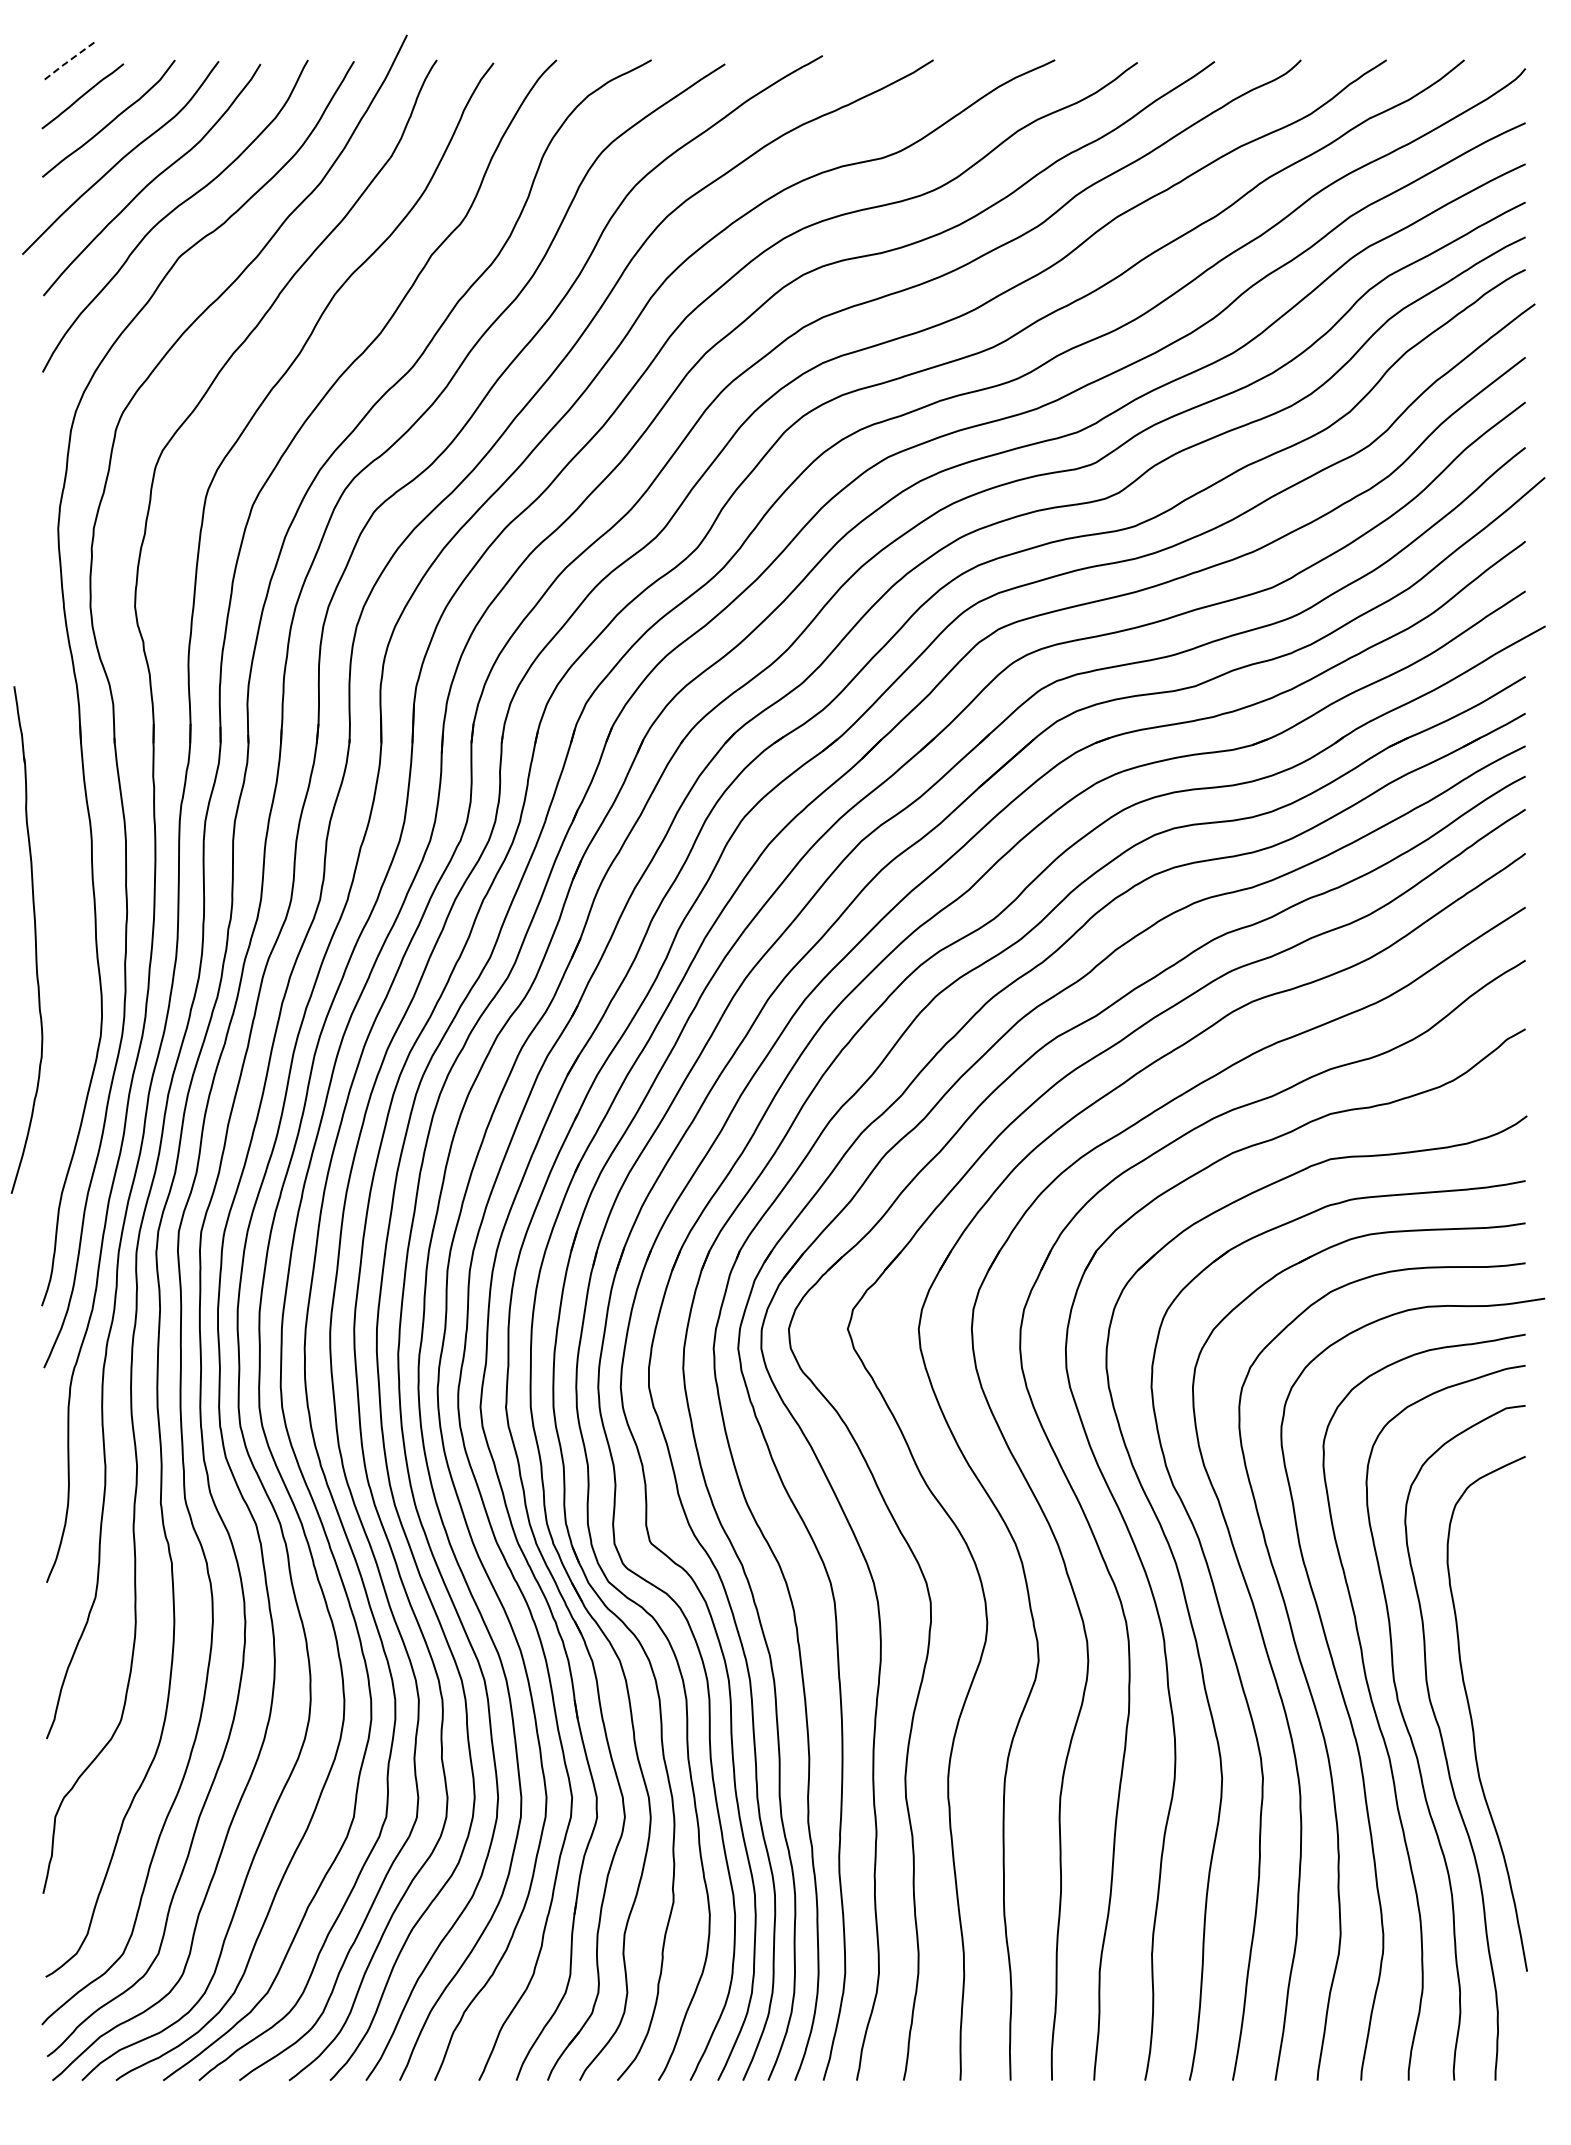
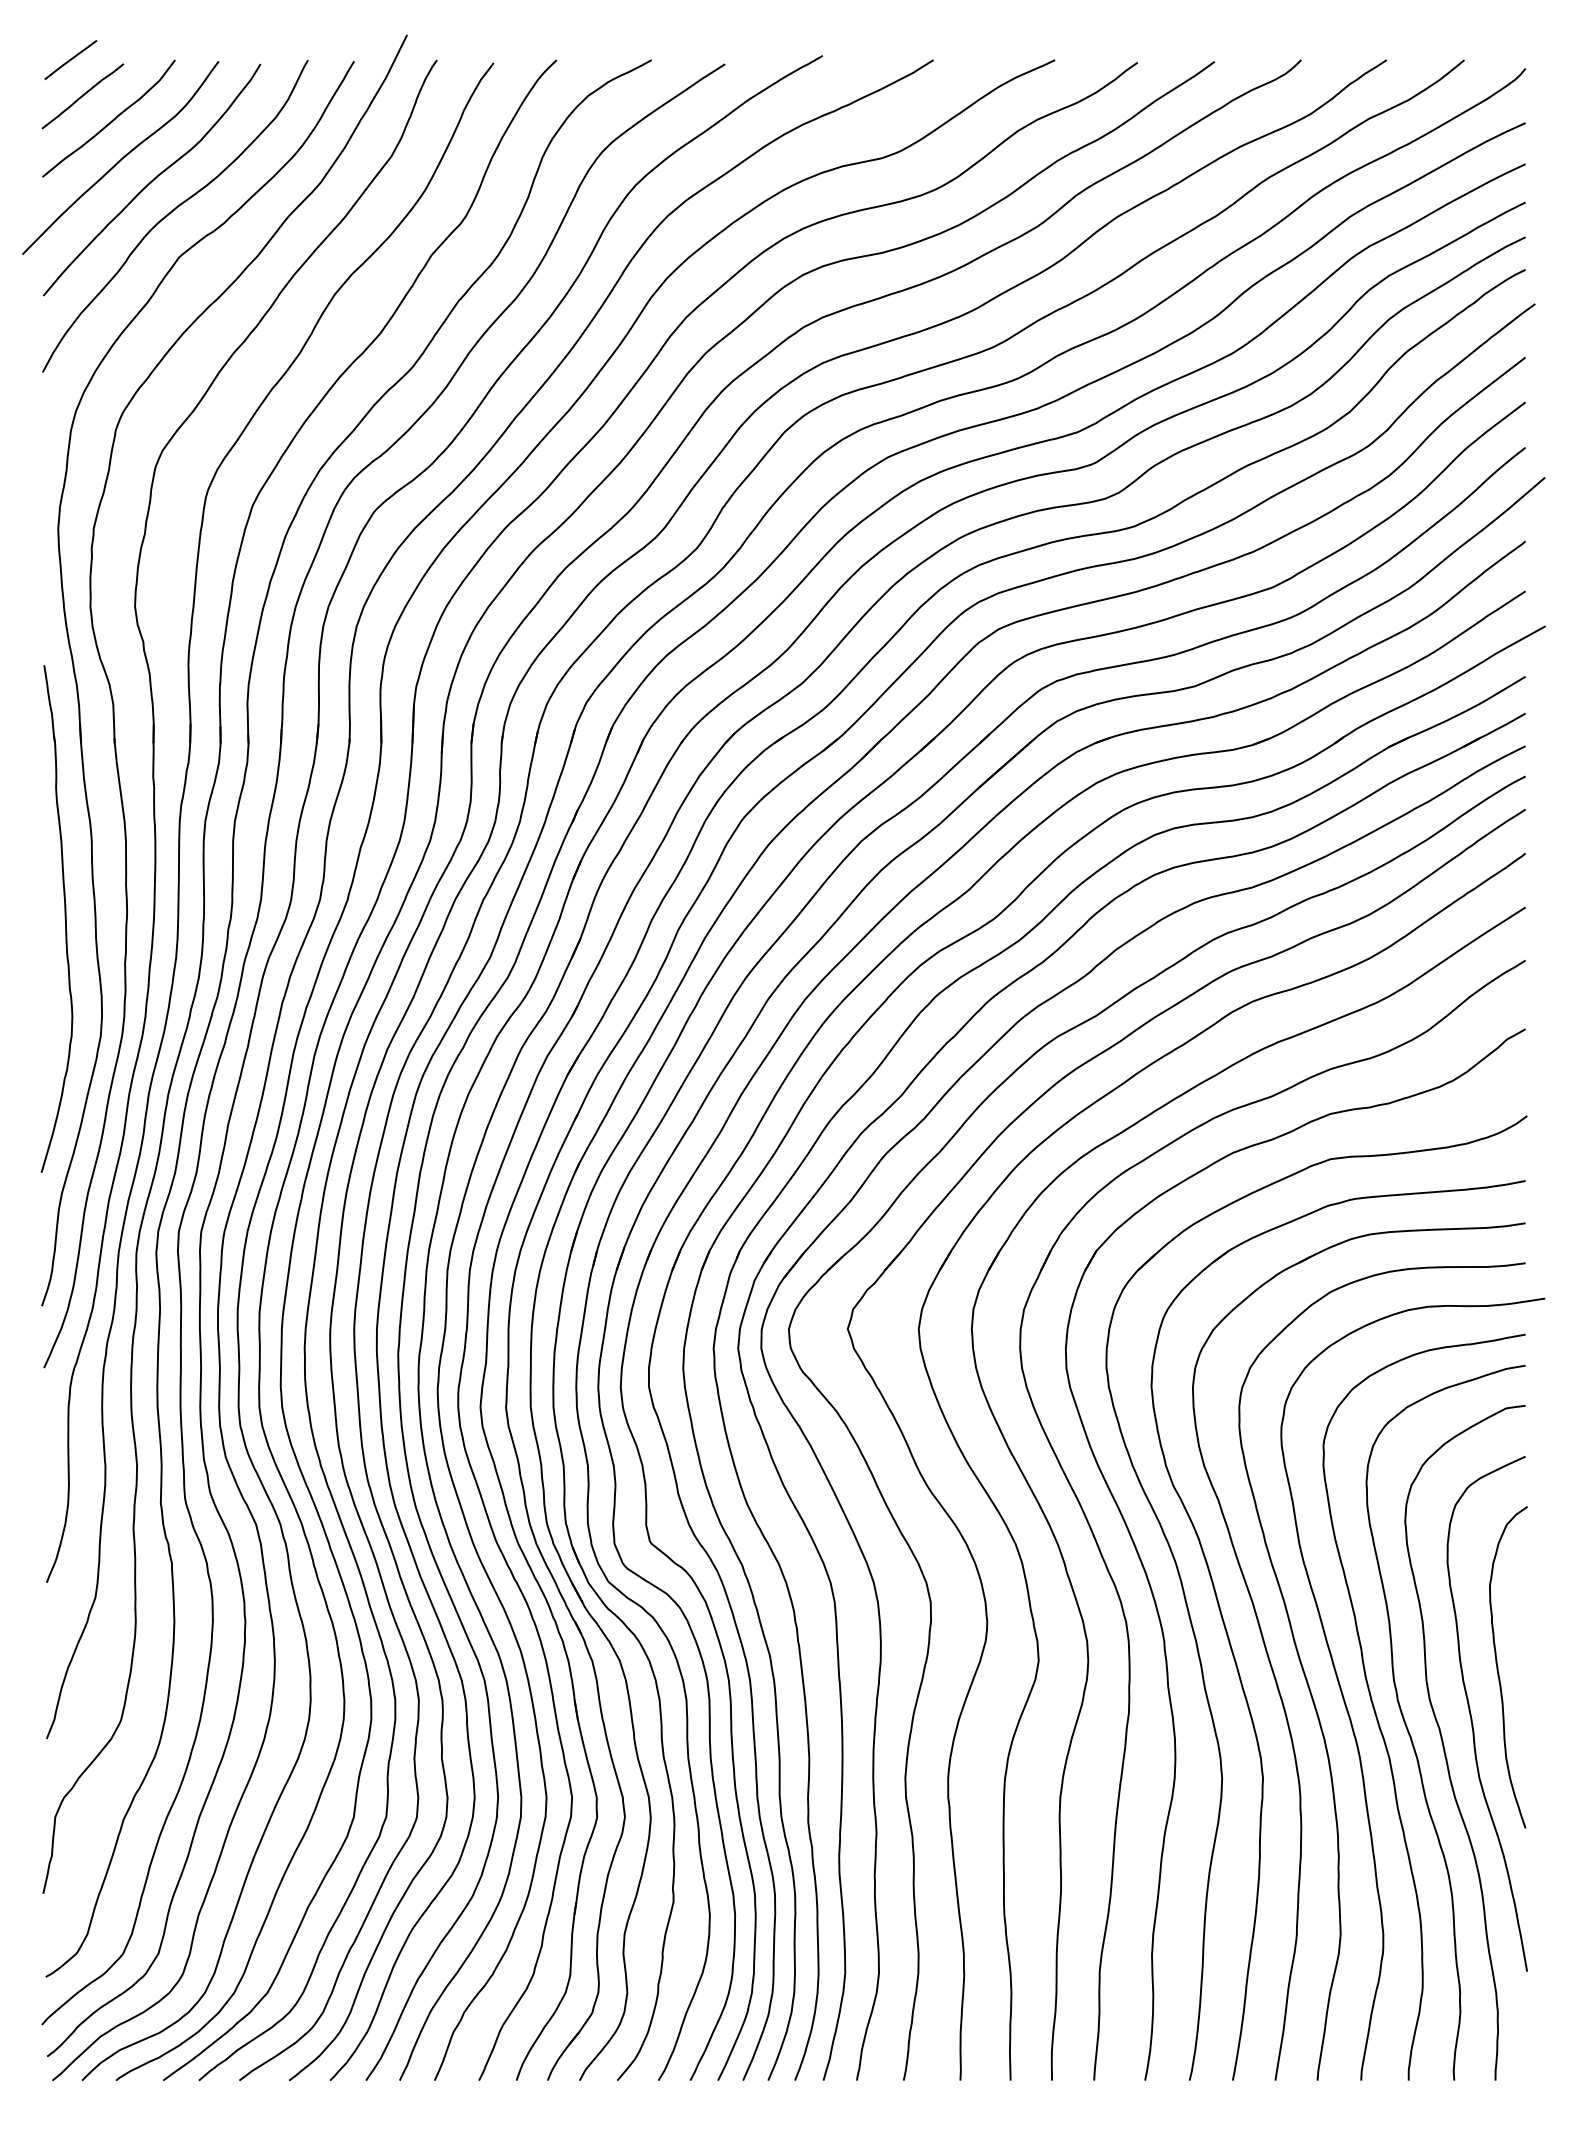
line at (70, 60): dashed -> solid
part at (34, 939) position: (34, 939) -> (64, 918)
curve at (1498, 1667): none -> present
